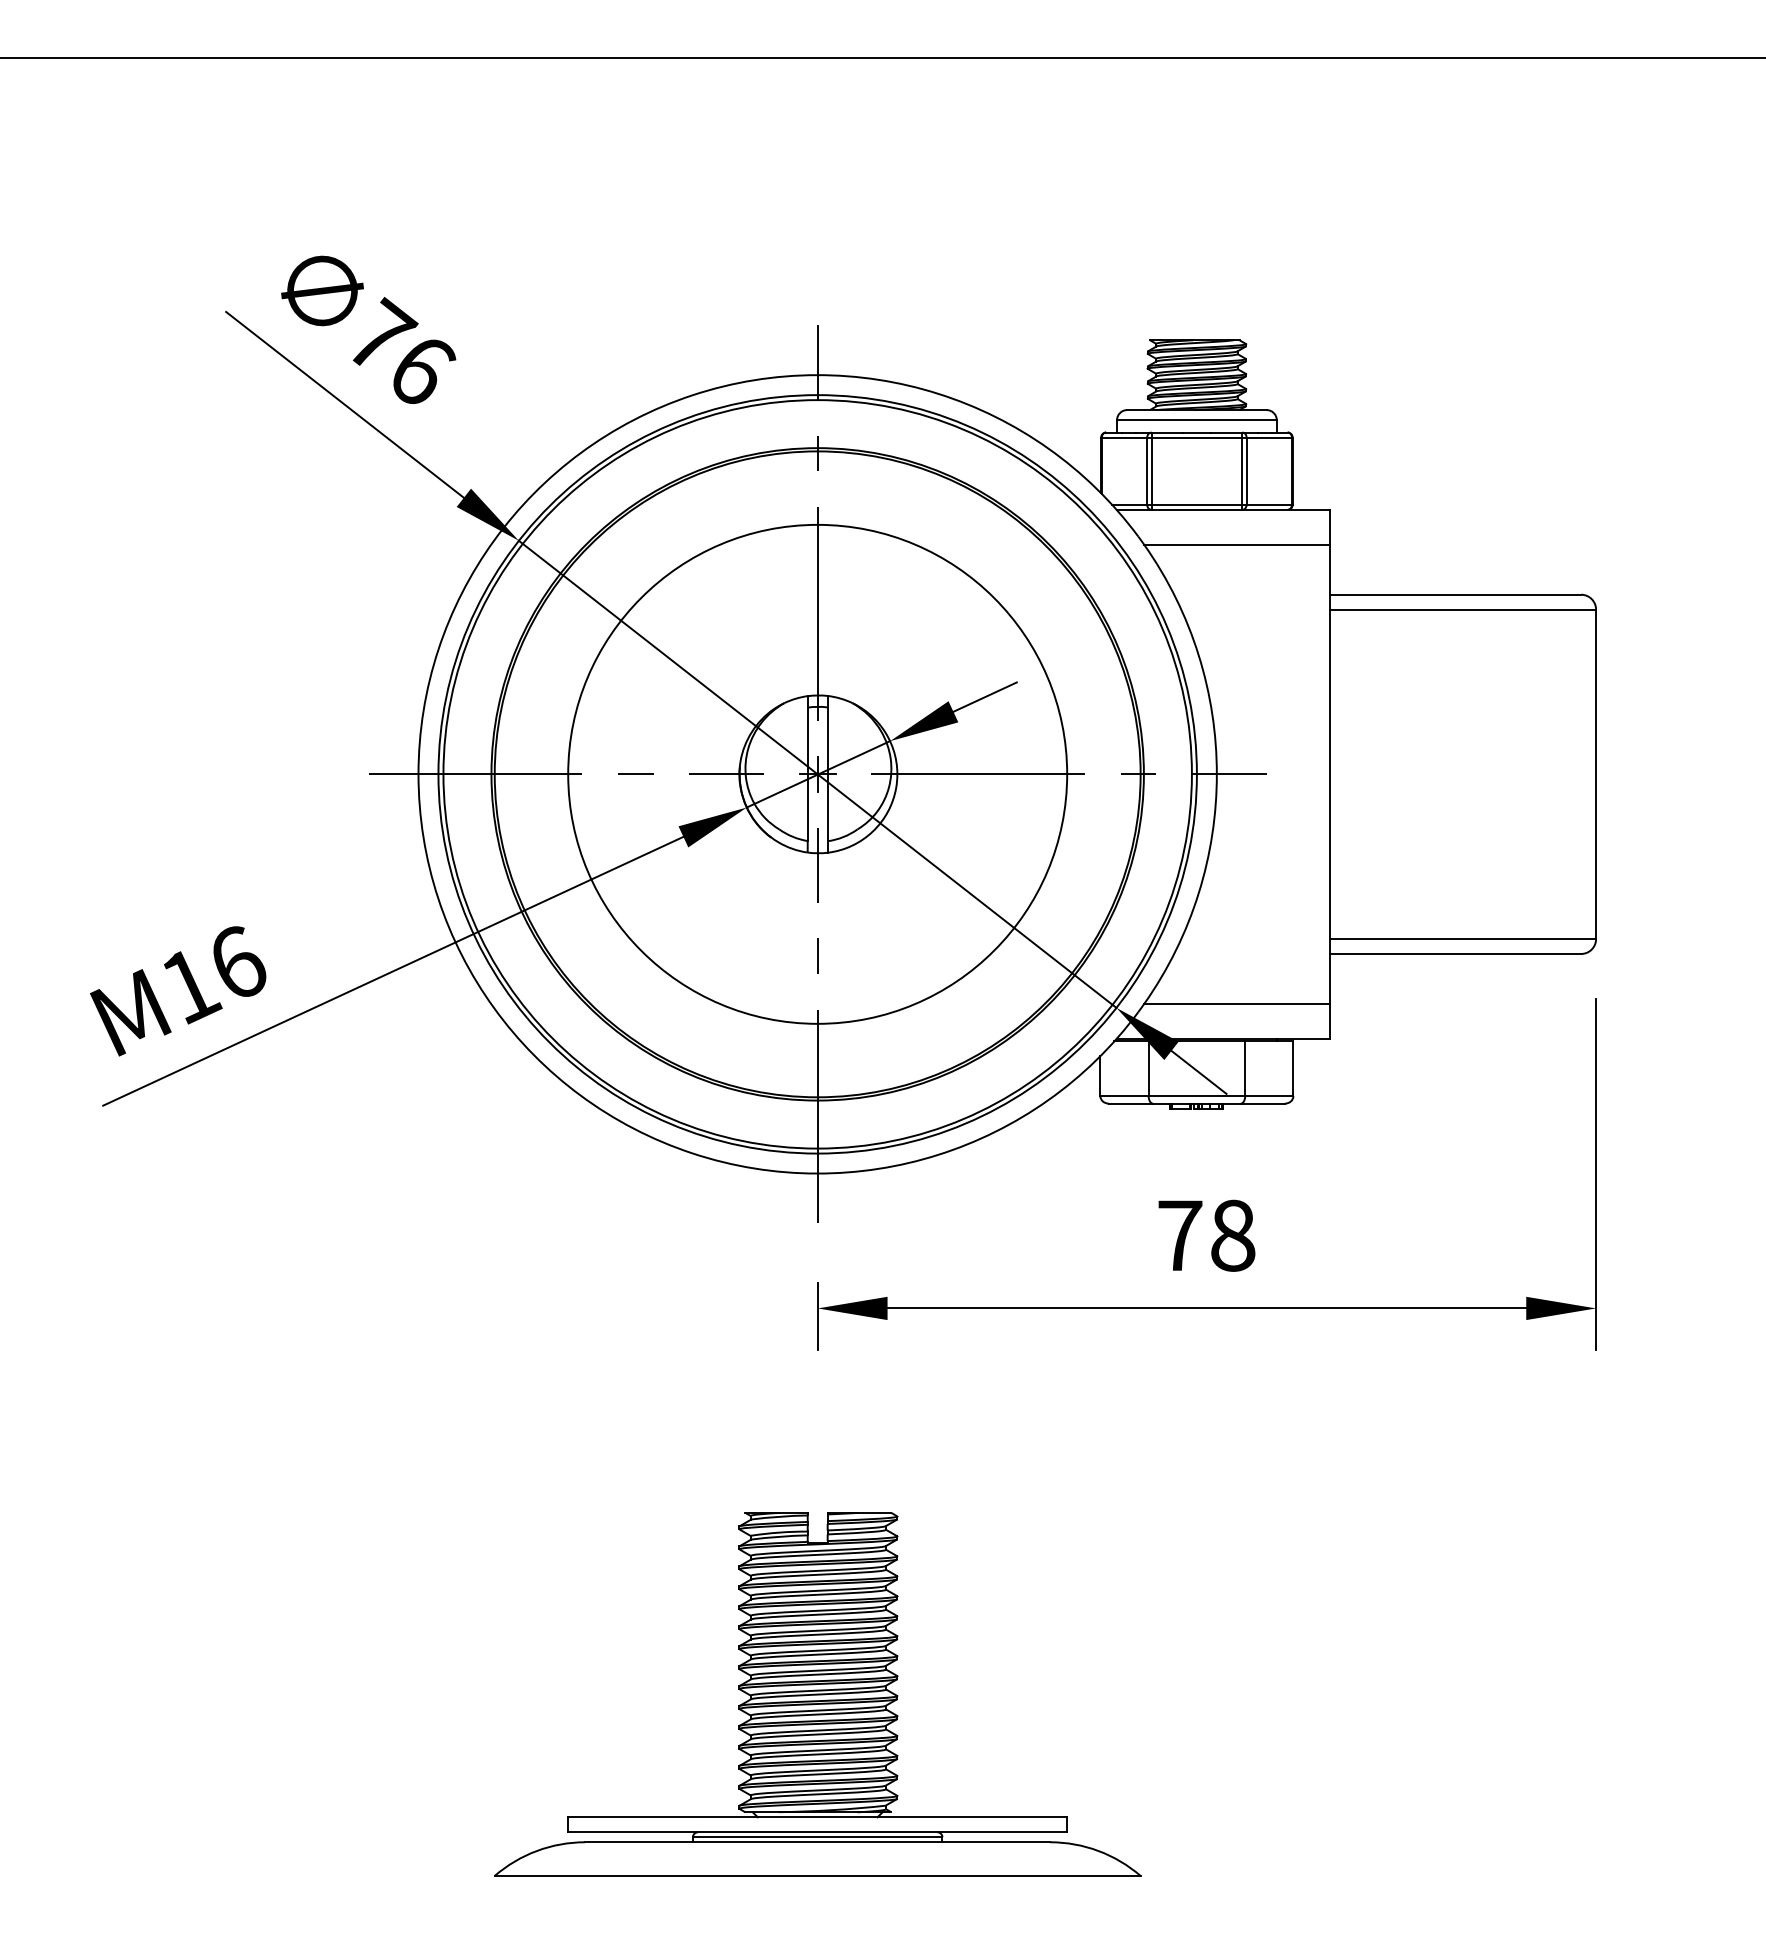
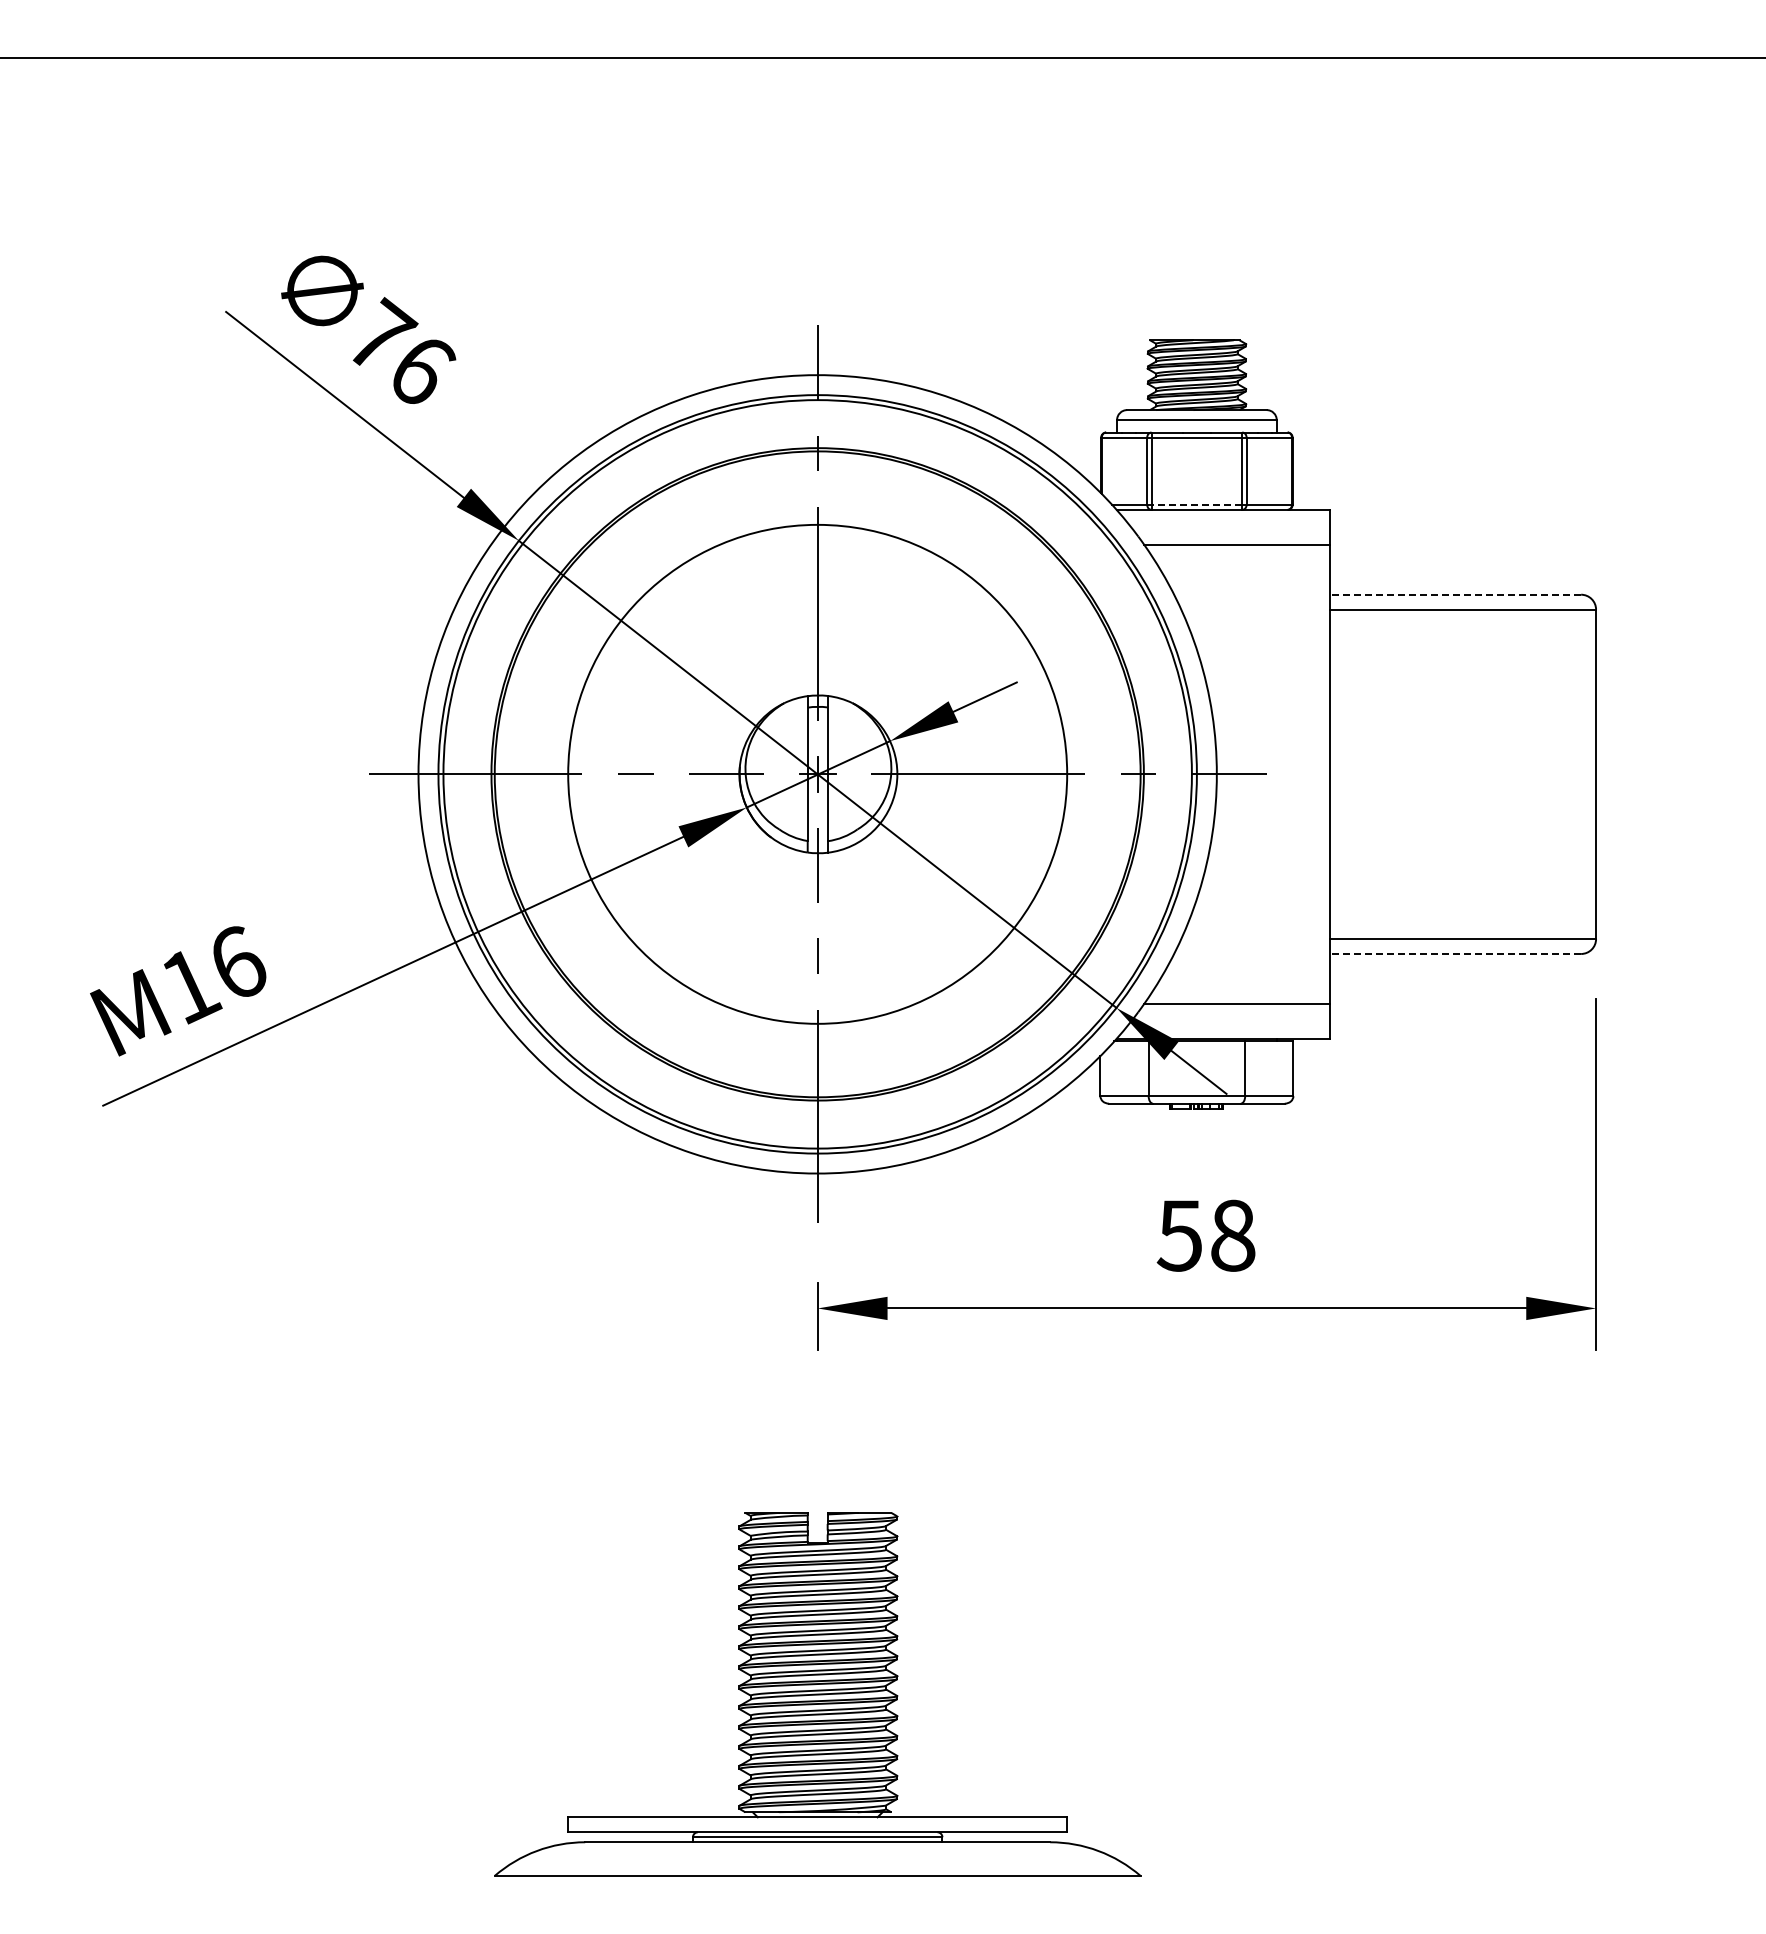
line at (1196, 504): solid -> dashed
line at (1455, 594): solid -> dashed
line at (1455, 953): solid -> dashed
text at (1179, 1235): 78 -> 58
